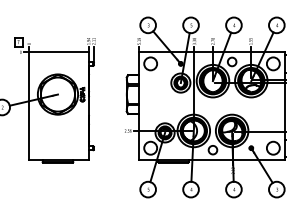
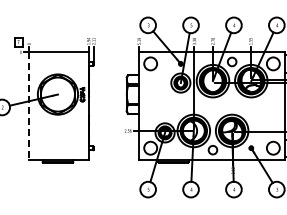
line at (29, 106): solid -> dashed
